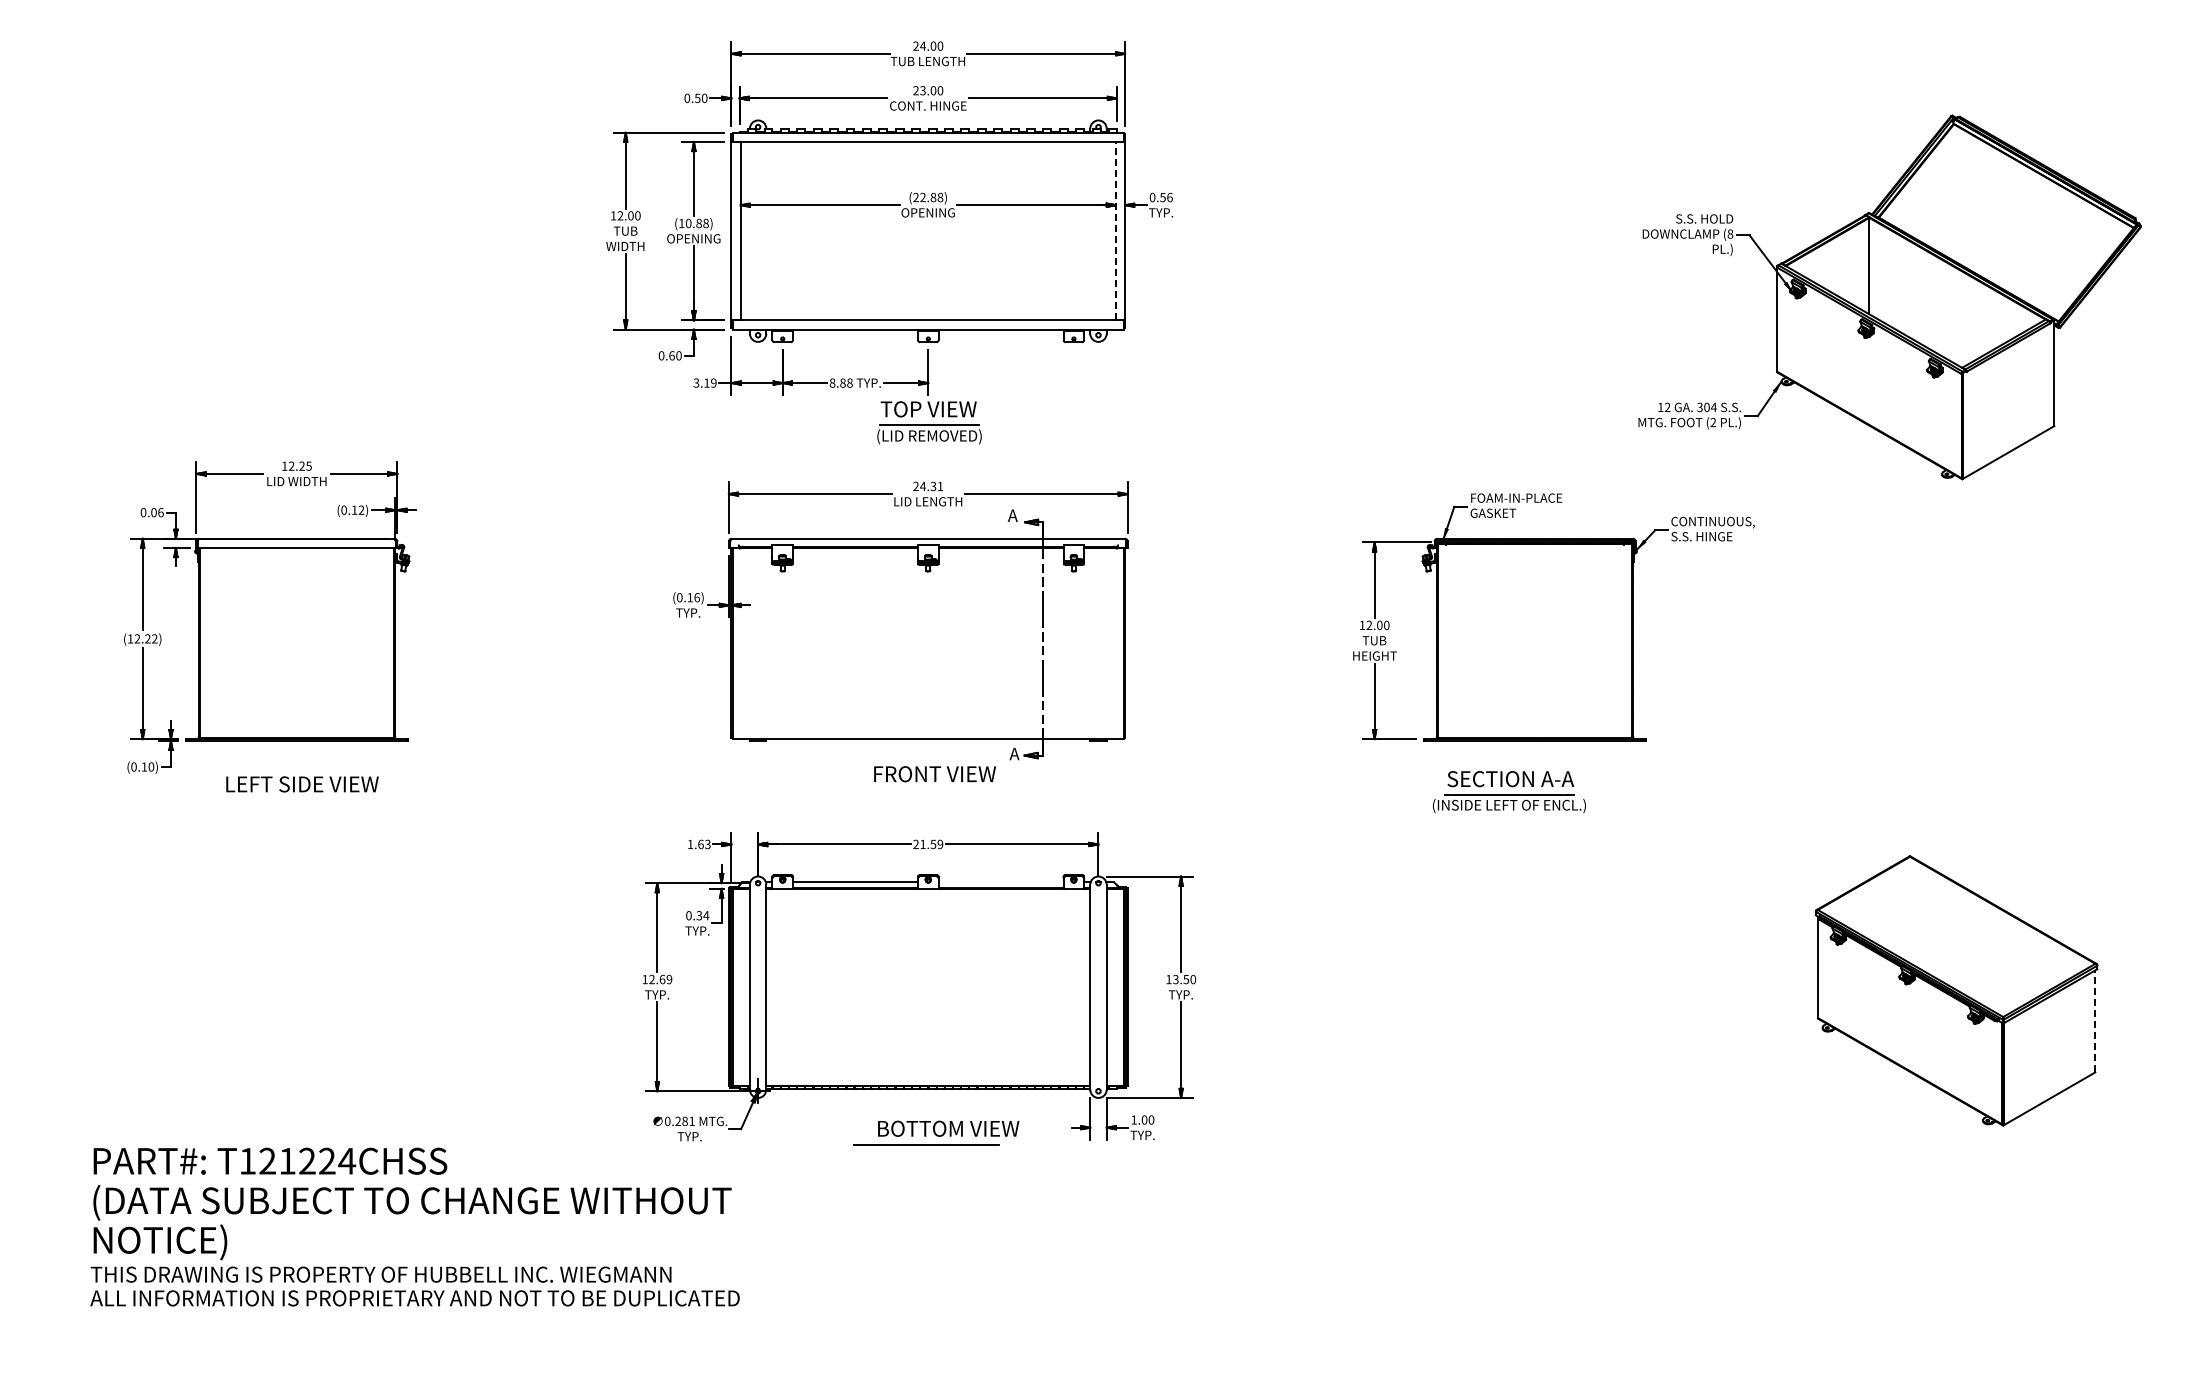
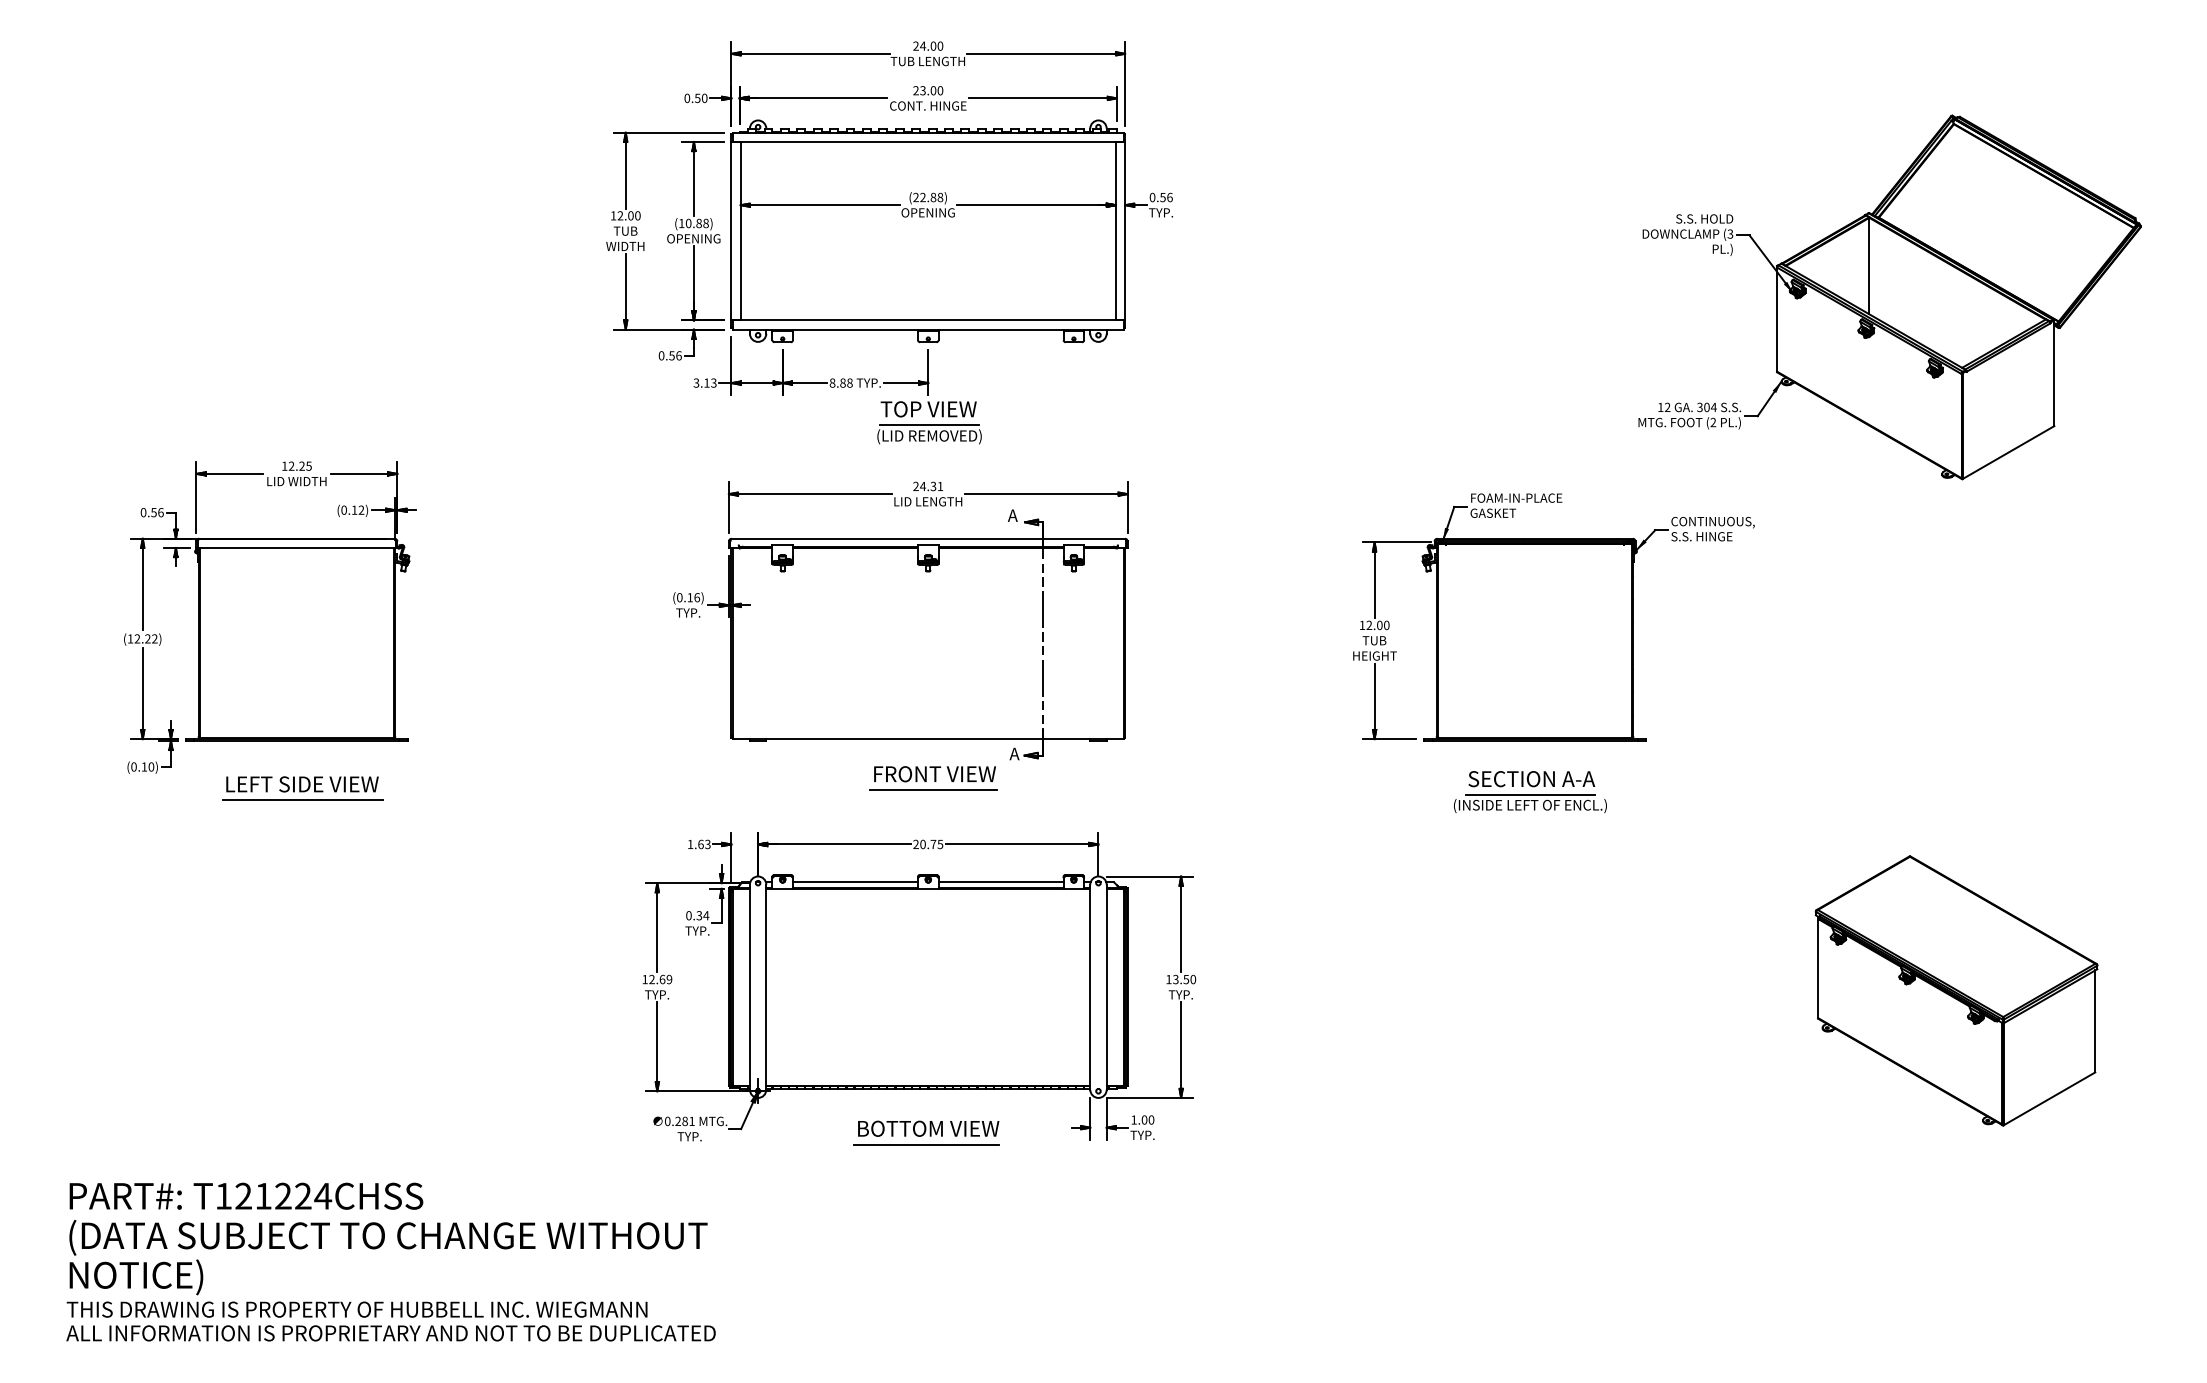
line at (1115, 230): dashed -> solid
text at (1730, 233): (8 -> (3
text at (675, 355): 0.60 -> 0.56
text at (713, 383): 3.19 -> 3.13
text at (153, 512): 0.06 -> 0.56
line at (933, 790): none -> present
part at (1509, 792) position: (1509, 792) -> (1530, 792)
line at (302, 800): none -> present
text at (931, 844): 21.59 -> 20.75
line at (1000, 882): none -> present
line at (2095, 1020): dashed -> solid
text at (948, 1128) position: (948, 1128) -> (928, 1128)
text at (414, 1226) position: (414, 1226) -> (390, 1261)
